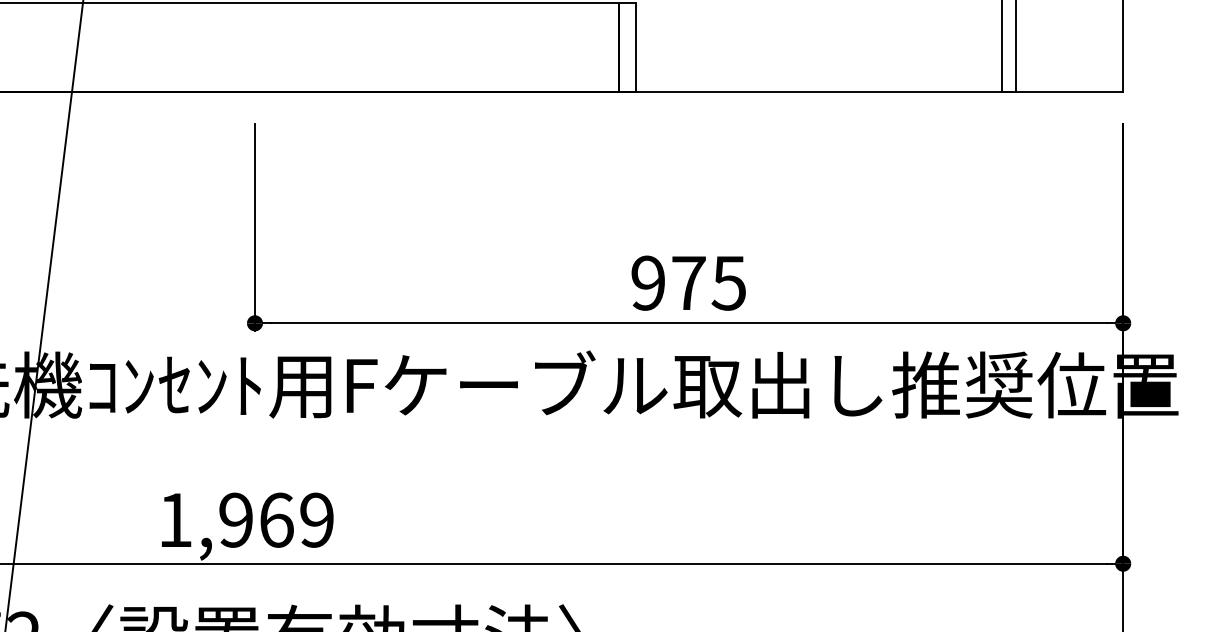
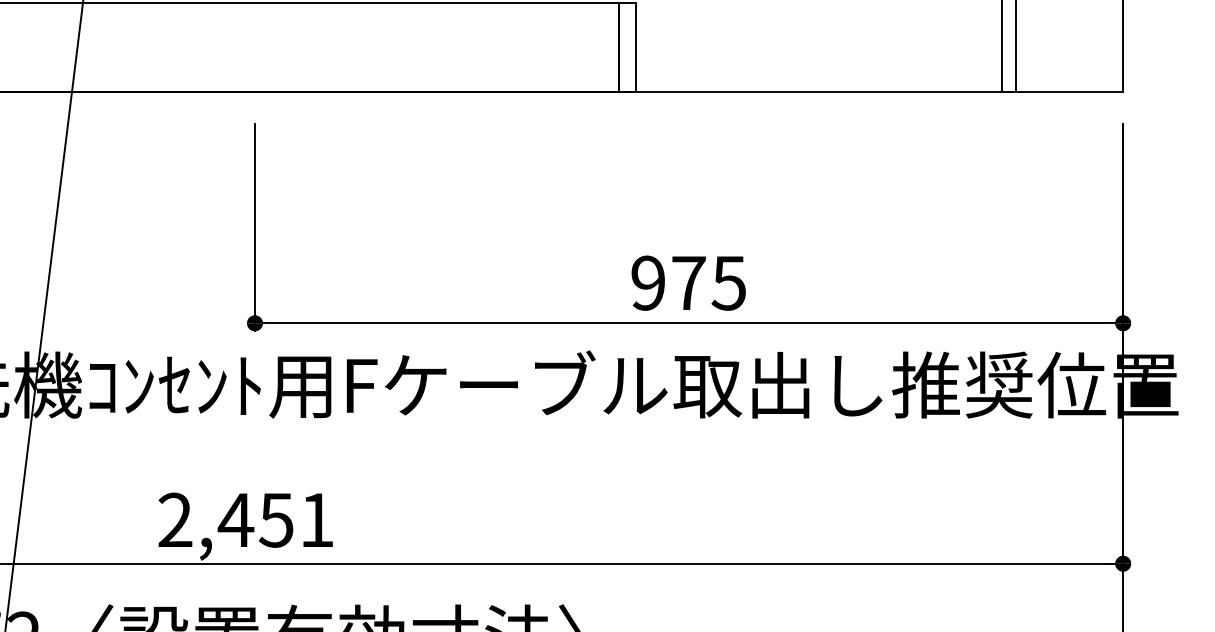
text at (245, 519): 1,969 -> 2,451
